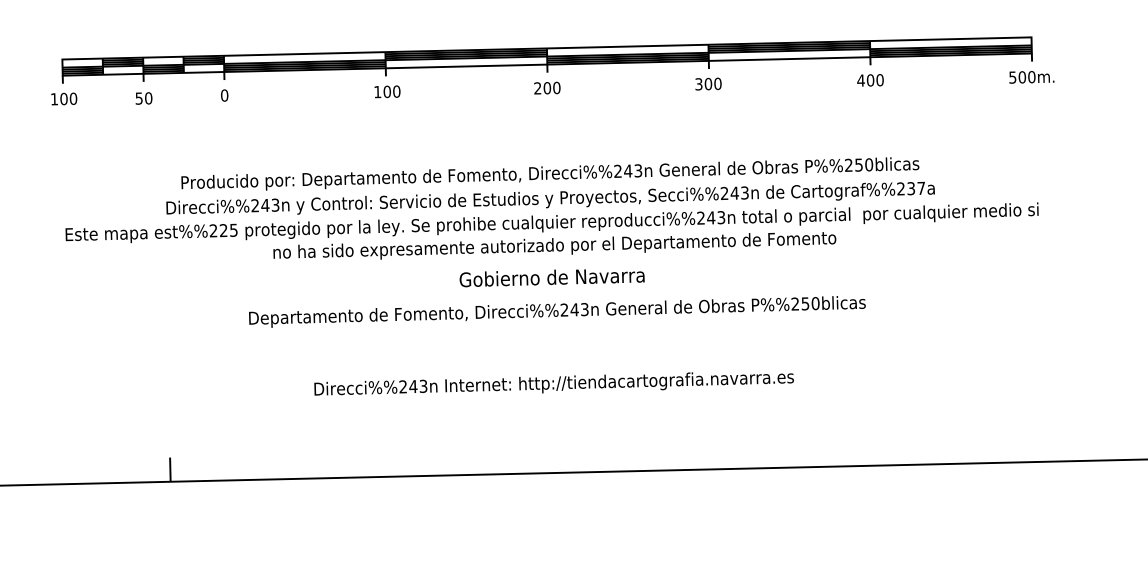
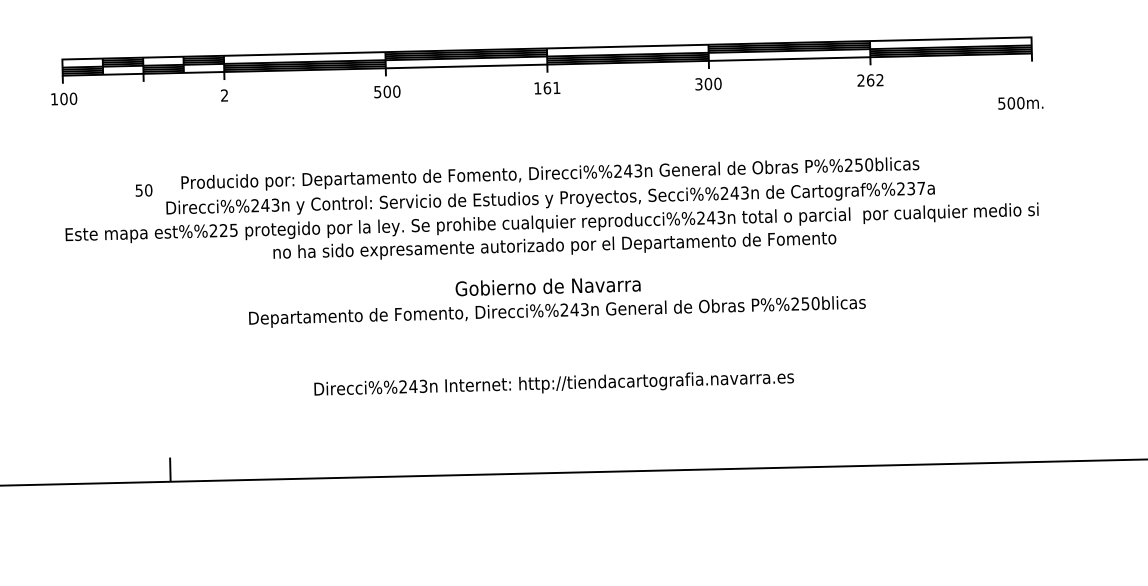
text at (1031, 77) position: (1031, 77) -> (1020, 103)
text at (870, 80): 400 -> 262
text at (547, 87): 200 -> 161
text at (377, 92): 100 -> 500
text at (224, 95): 0 -> 2
text at (143, 98) position: (143, 98) -> (143, 190)
text at (551, 278) position: (551, 278) -> (547, 287)
